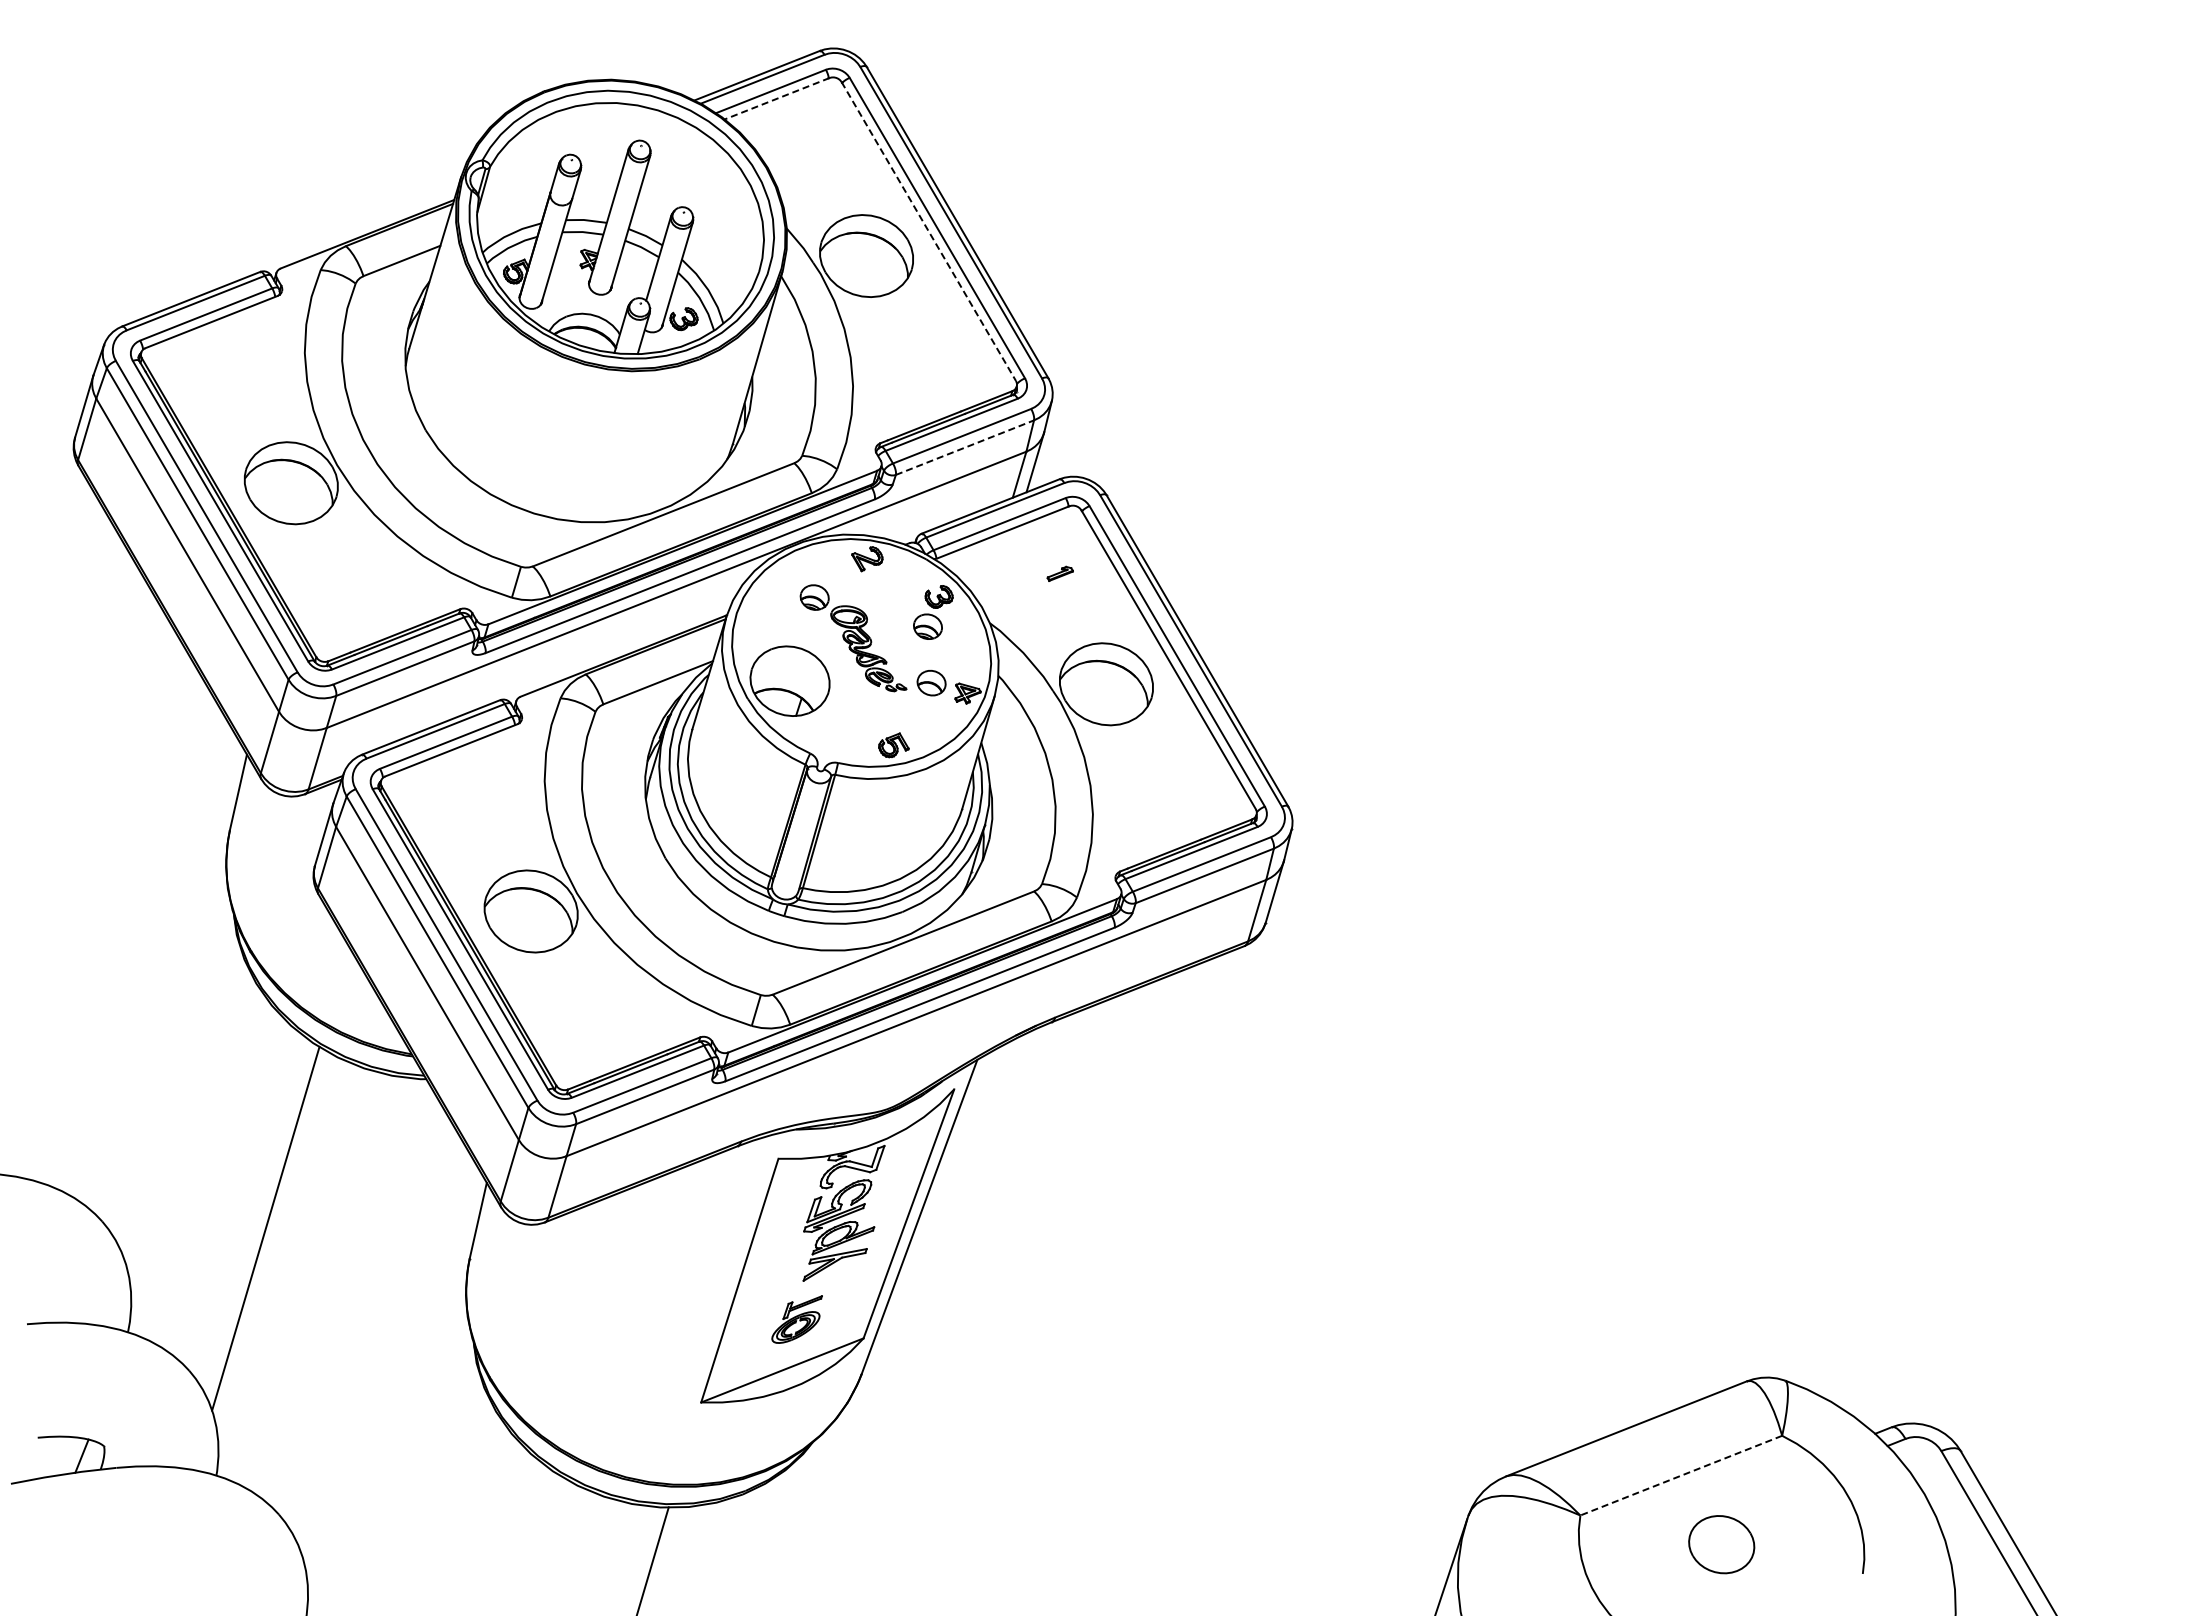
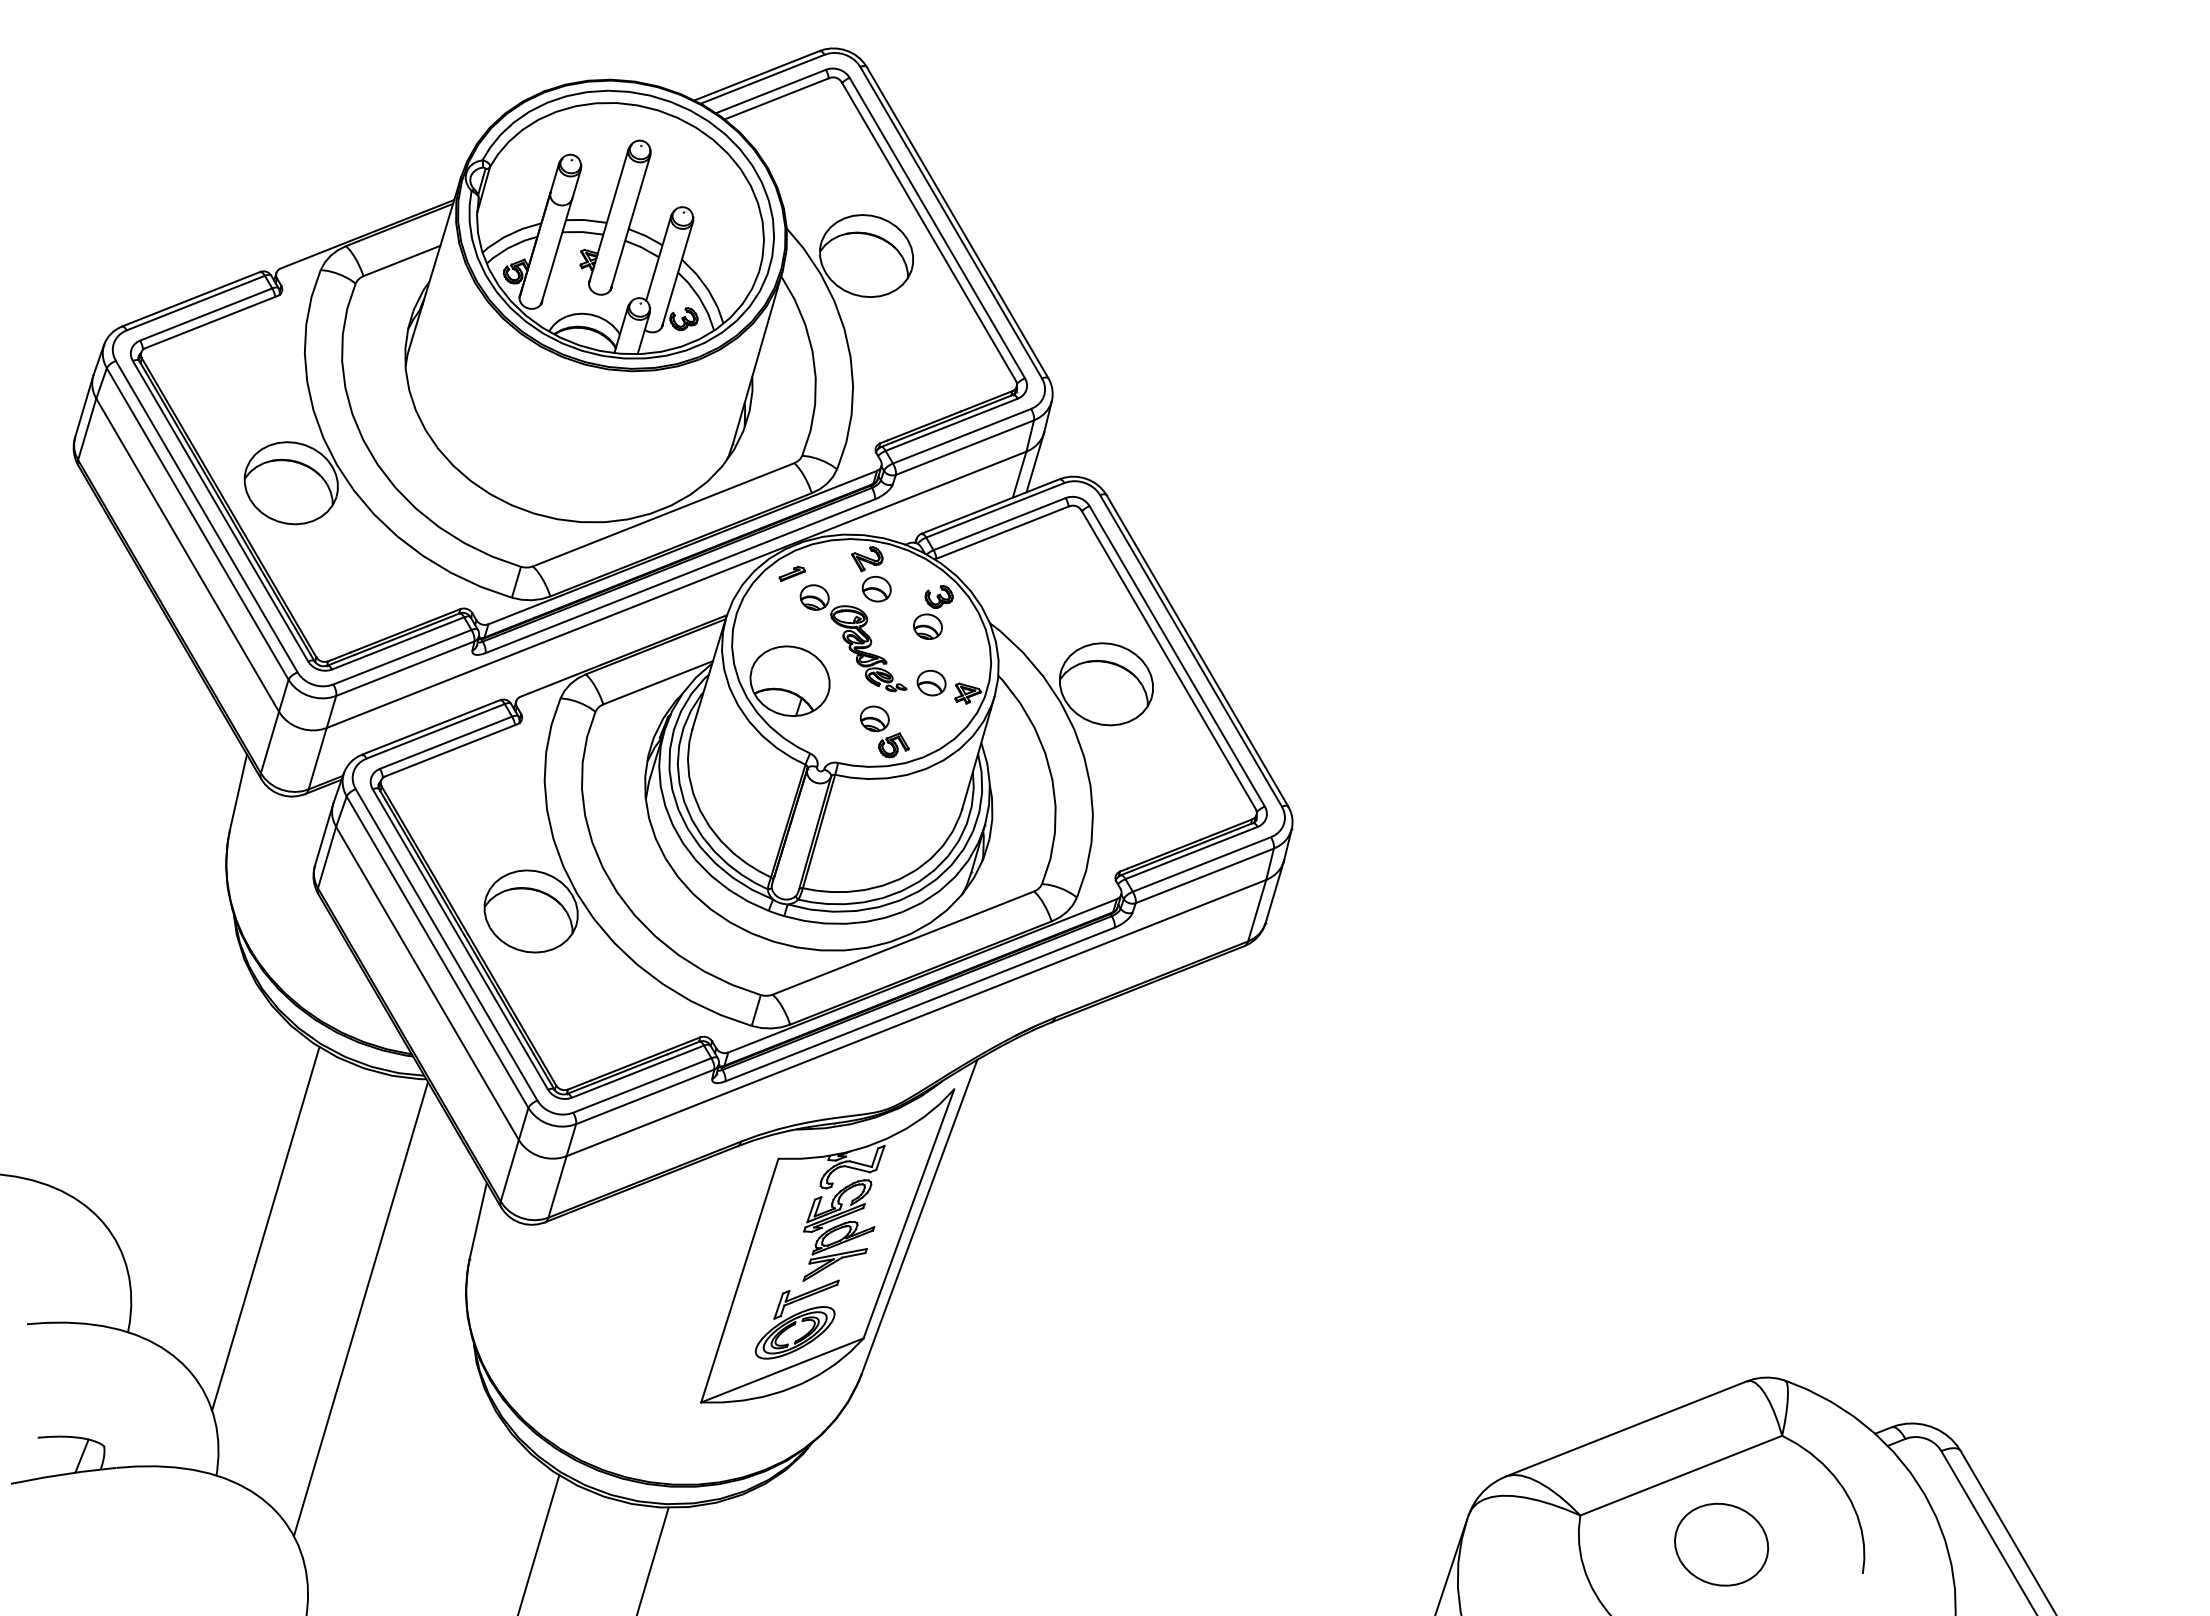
line at (776, 98): dashed -> solid
line at (929, 231): dashed -> solid
line at (965, 447): dashed -> solid
part at (1059, 573) position: (1059, 573) -> (791, 573)
part at (876, 589): none -> present
part at (874, 718): none -> present
line at (360, 1309): none -> present
part at (796, 1319) size: 52x49 px -> 86x81 px
line at (1680, 1475): dashed -> solid
line at (538, 1543): none -> present
part at (1721, 1544) size: 68x60 px -> 96x85 px
